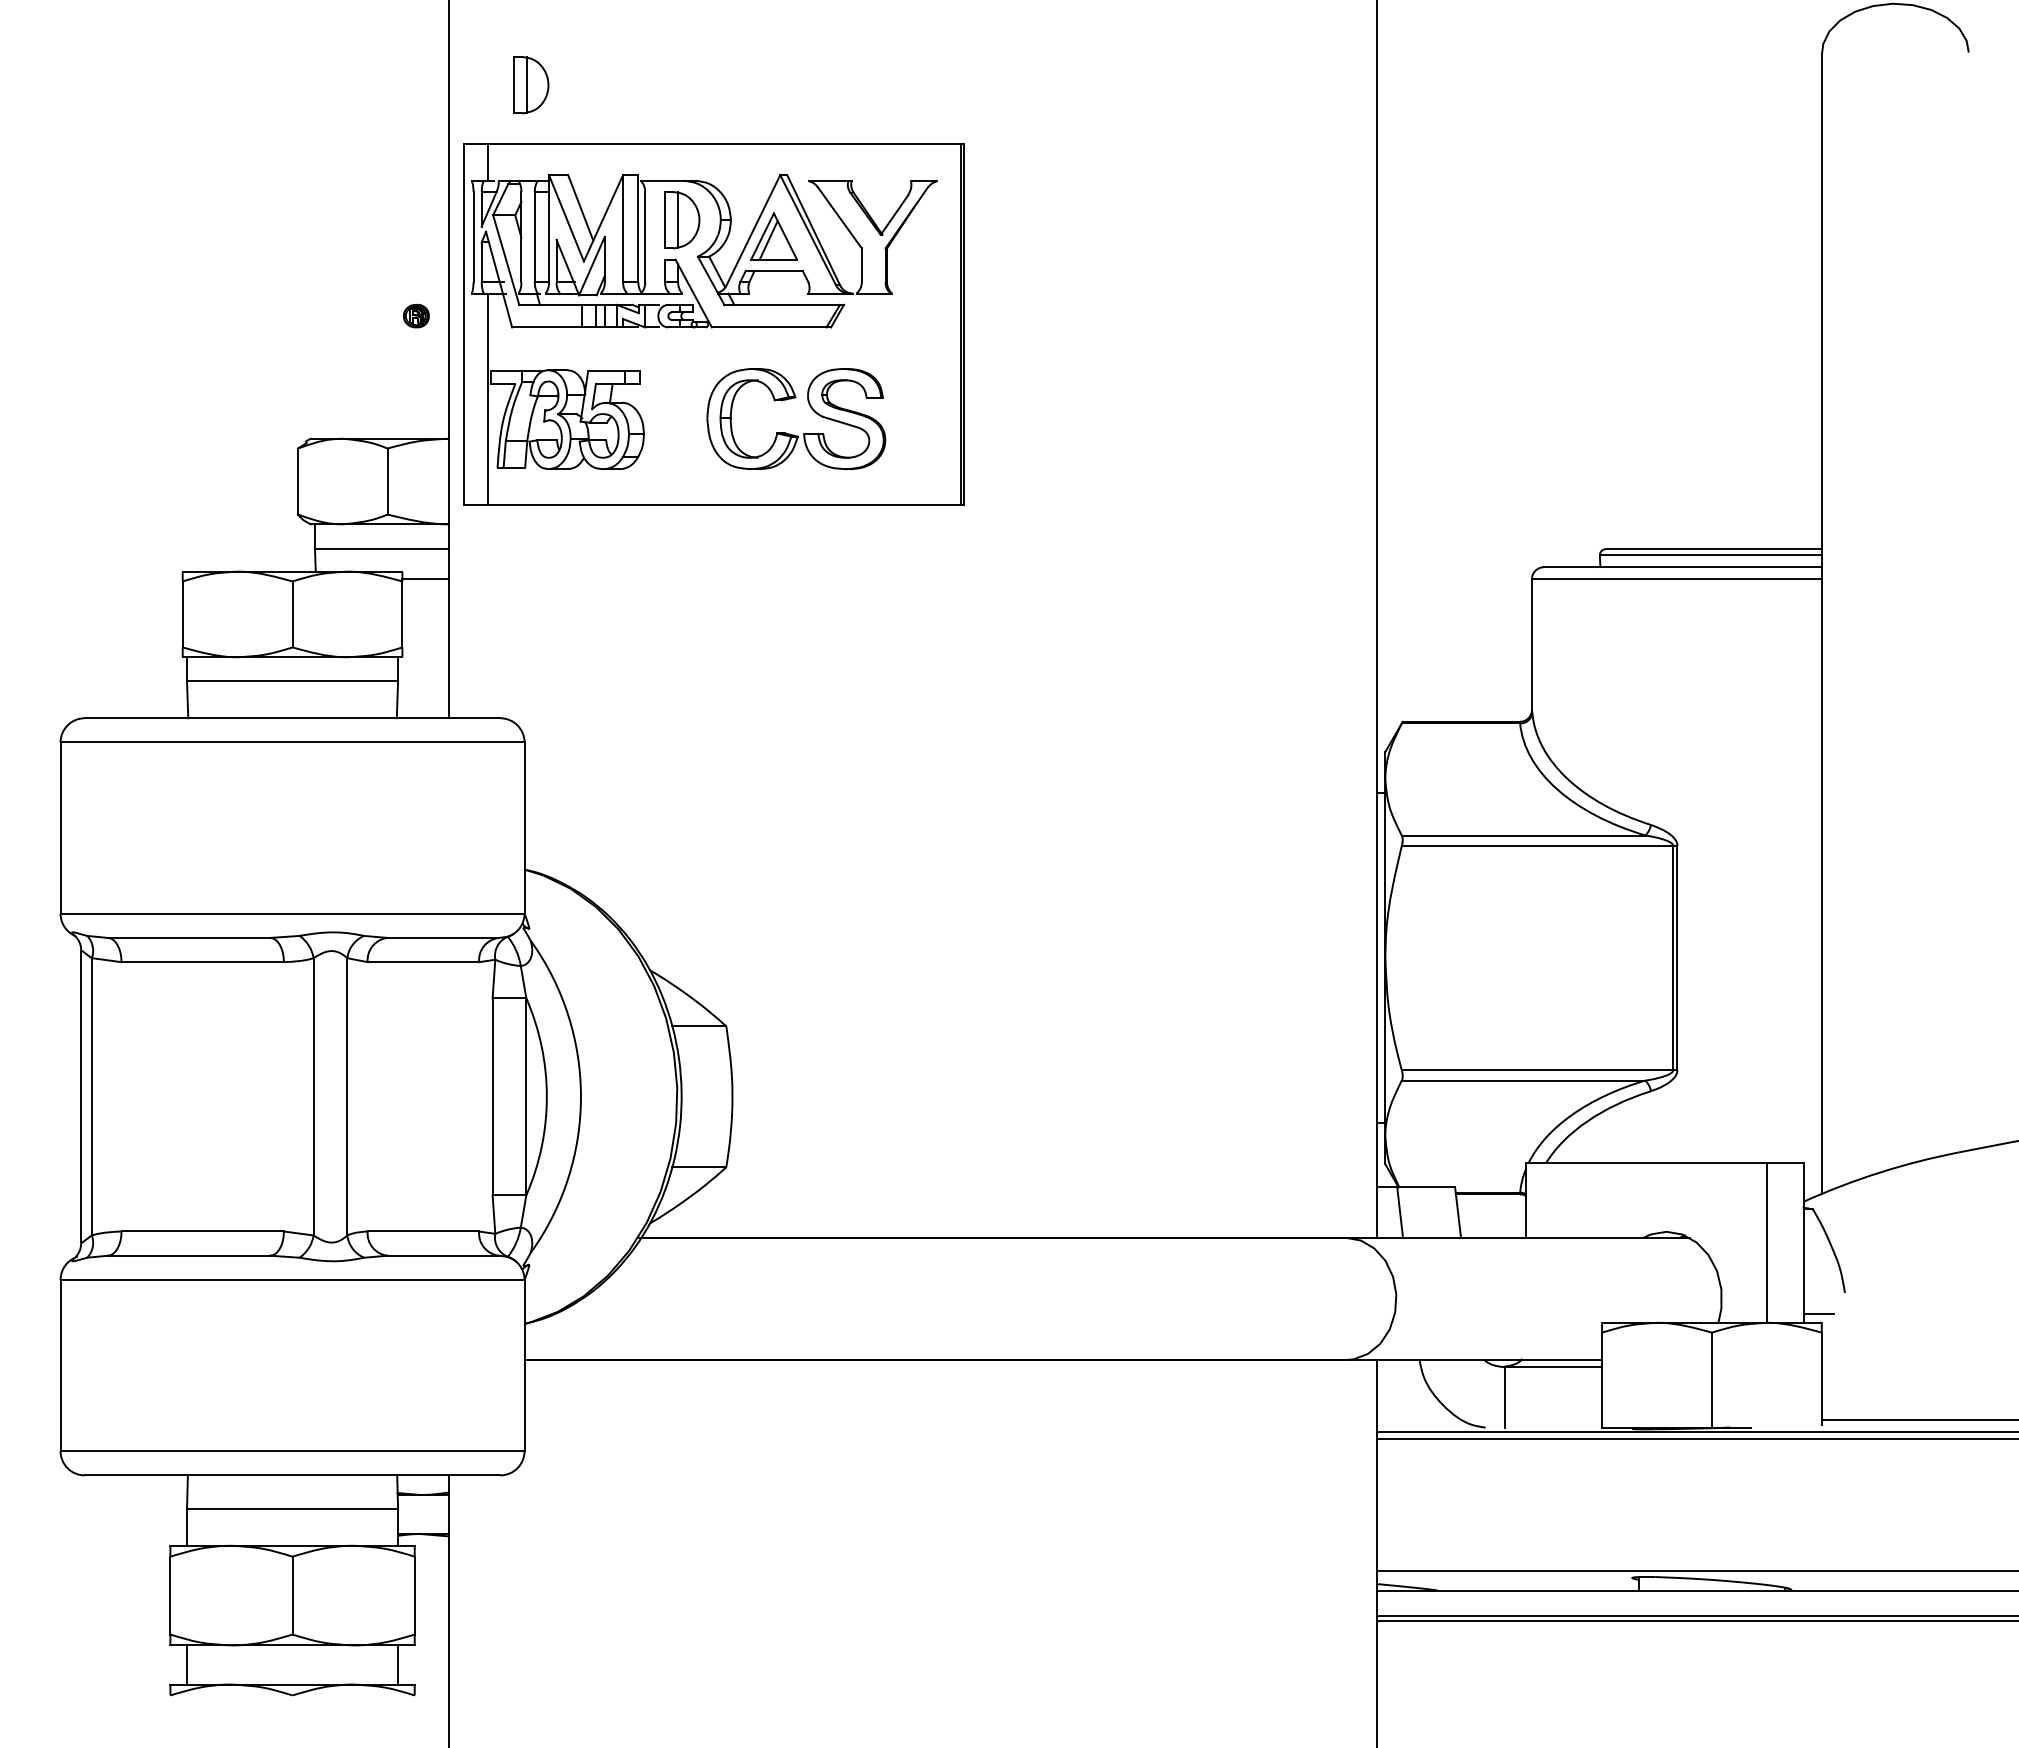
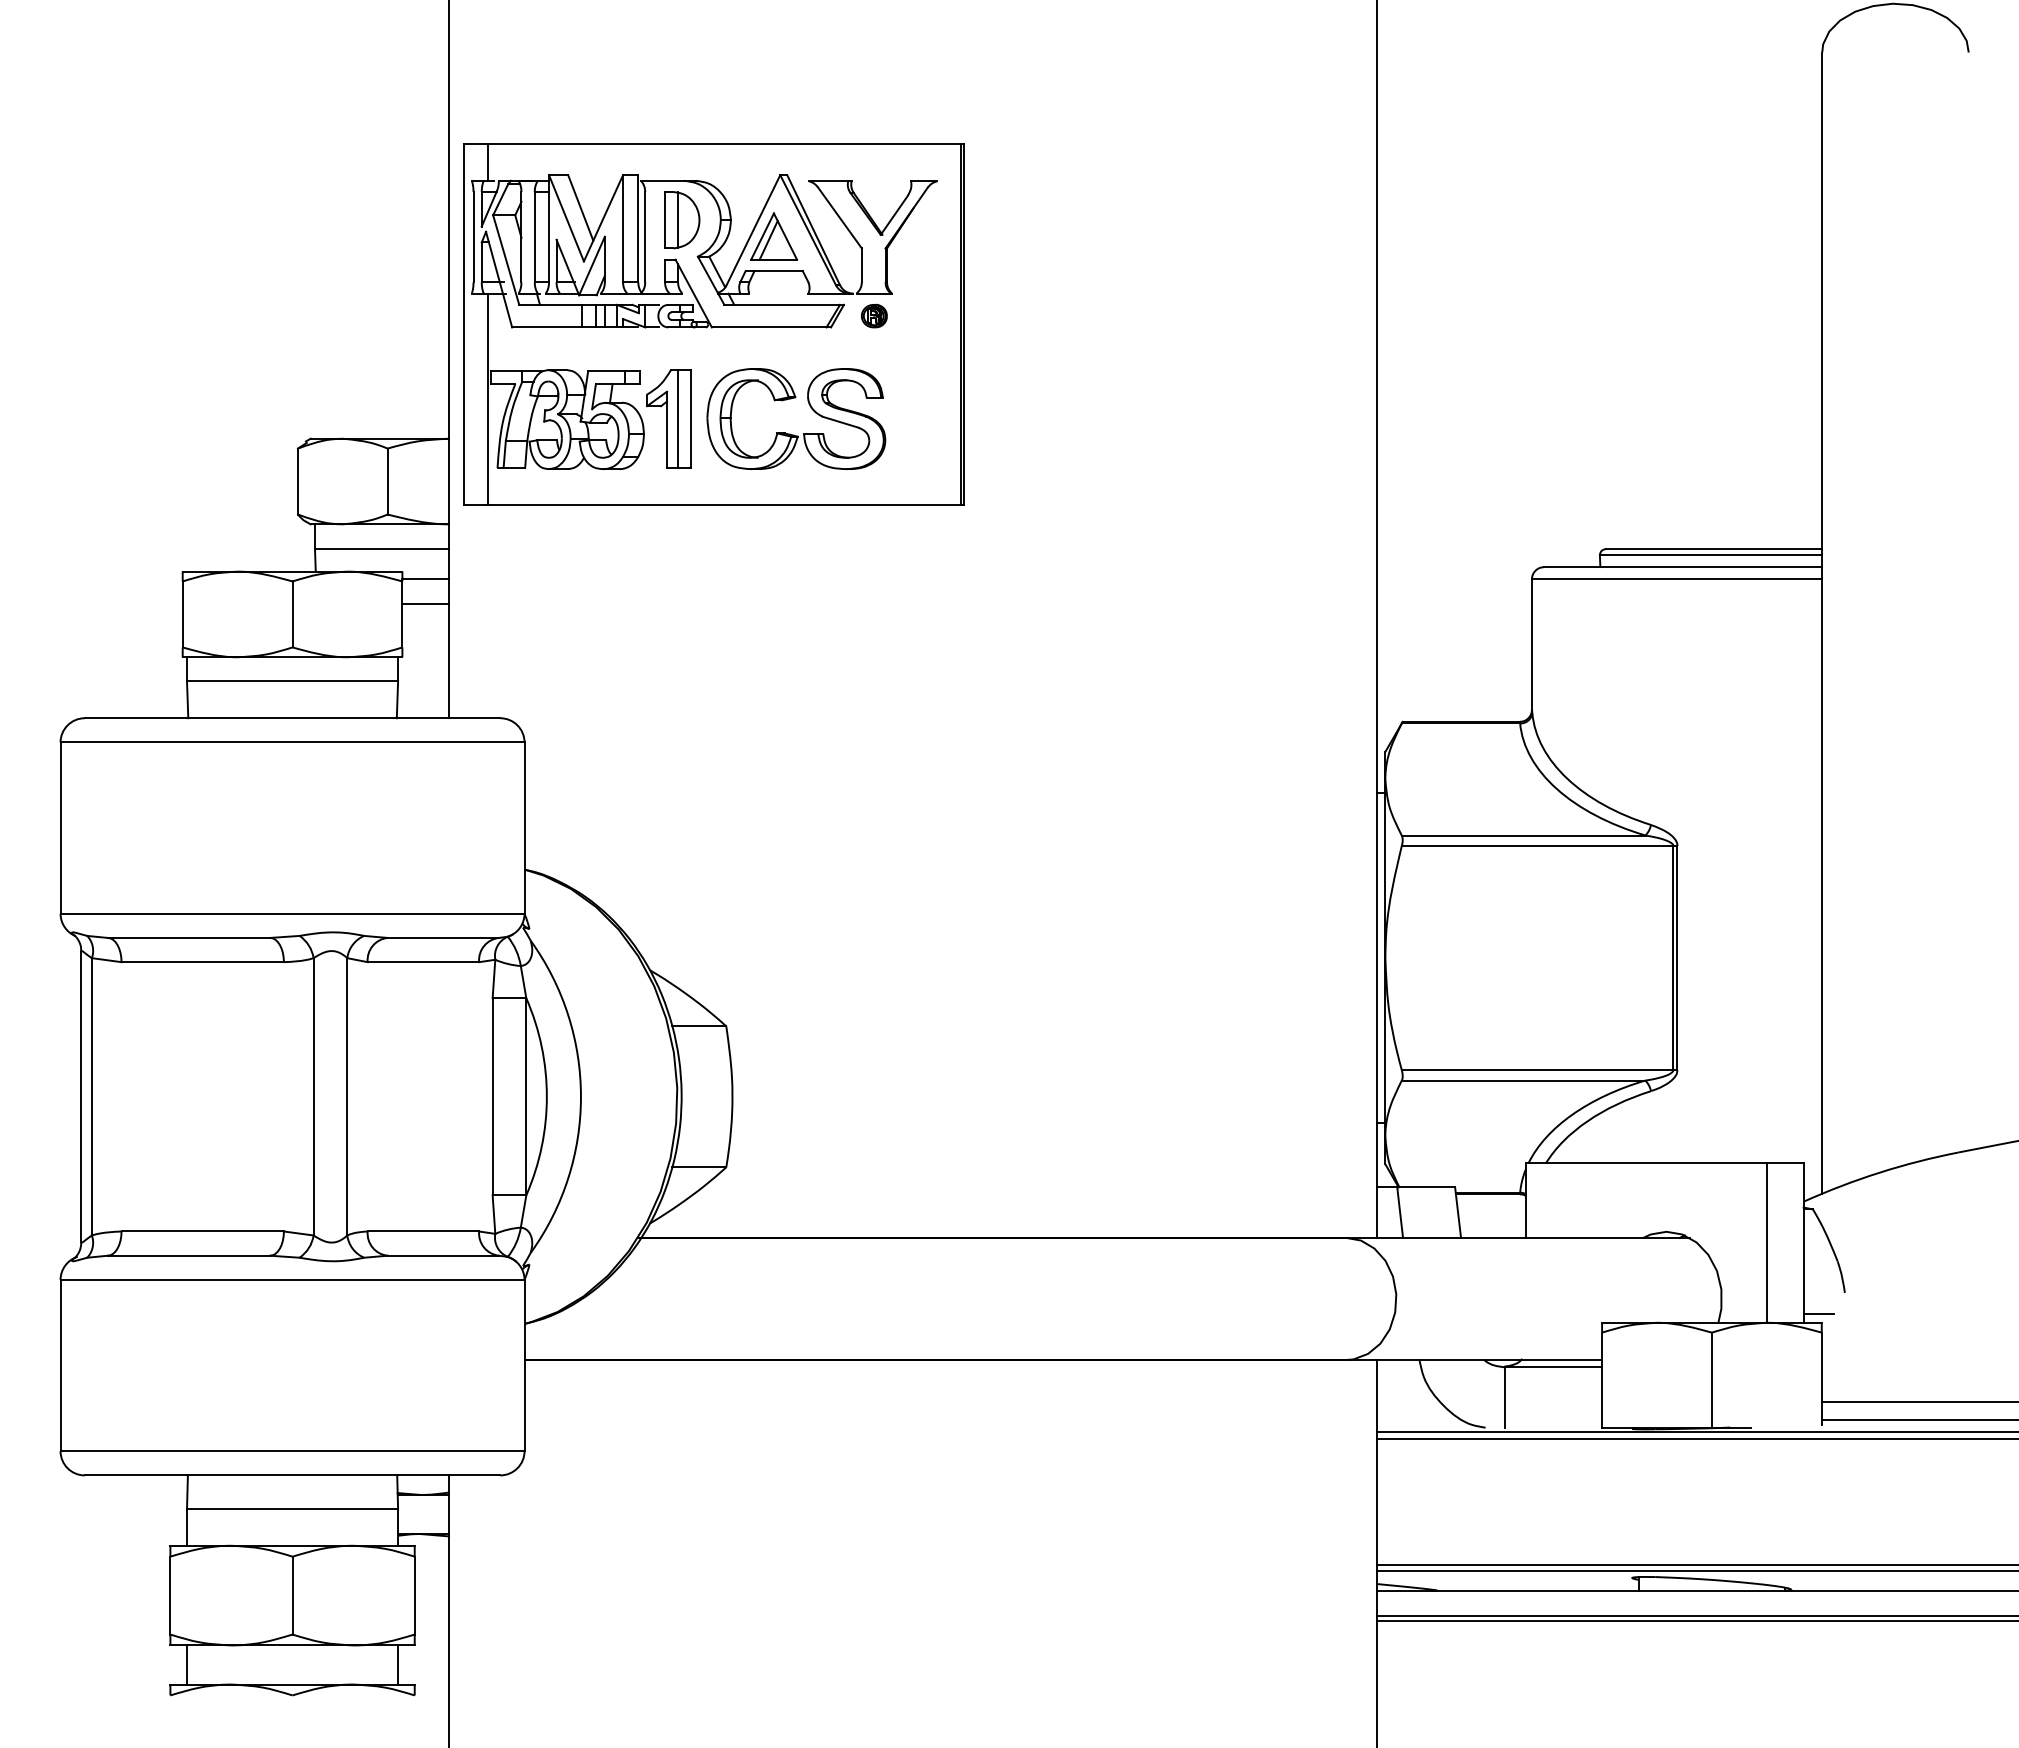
part at (531, 85): present -> none
part at (416, 315) position: (416, 315) -> (874, 315)
part at (668, 418): none -> present
line at (425, 603): none -> present
line at (1918, 1401): none -> present
line at (1696, 1565): none -> present
